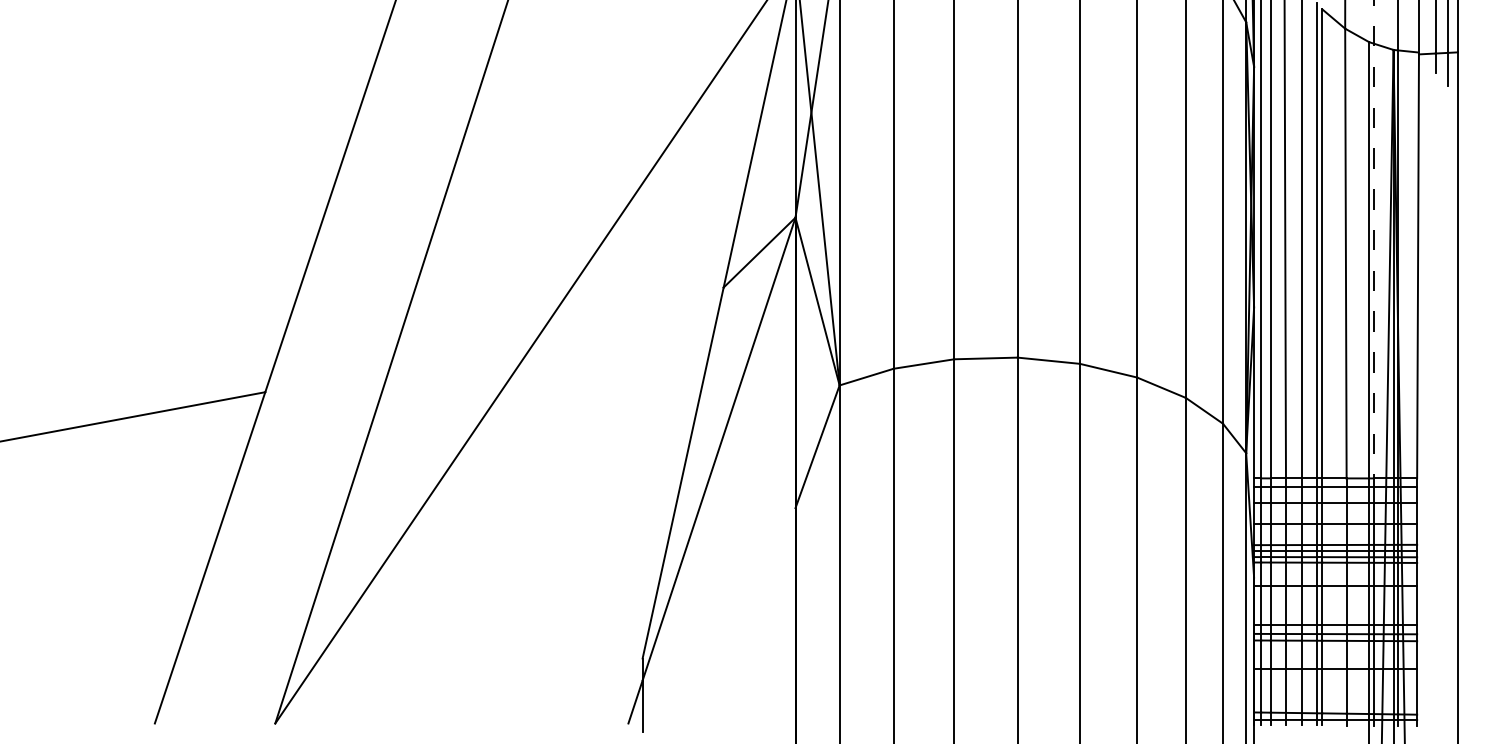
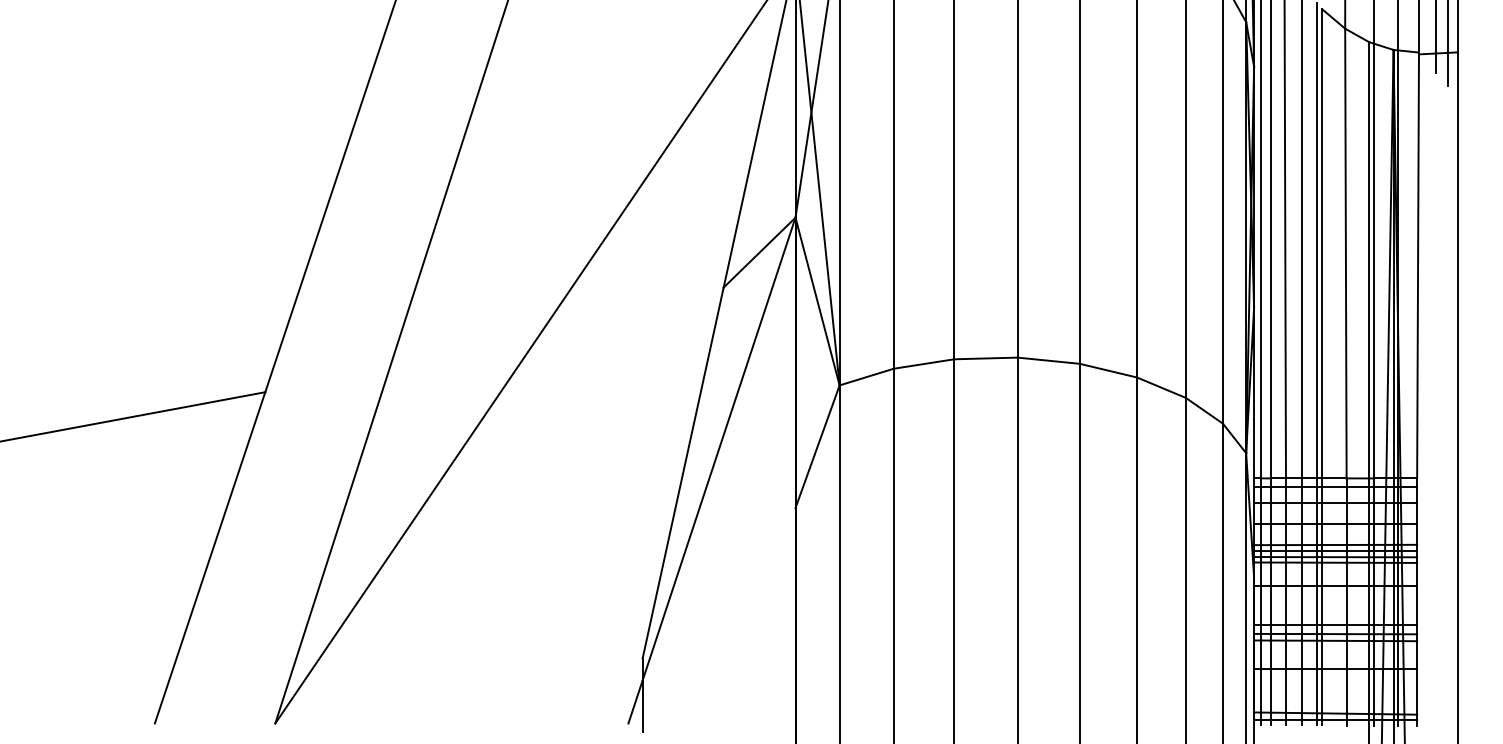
line at (1373, 239): dashed -> solid
